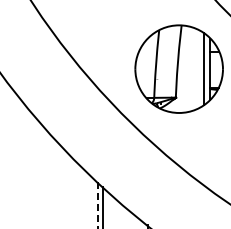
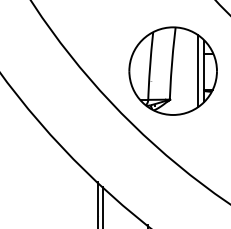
part at (178, 68) position: (178, 68) -> (172, 70)
line at (98, 205): dashed -> solid
